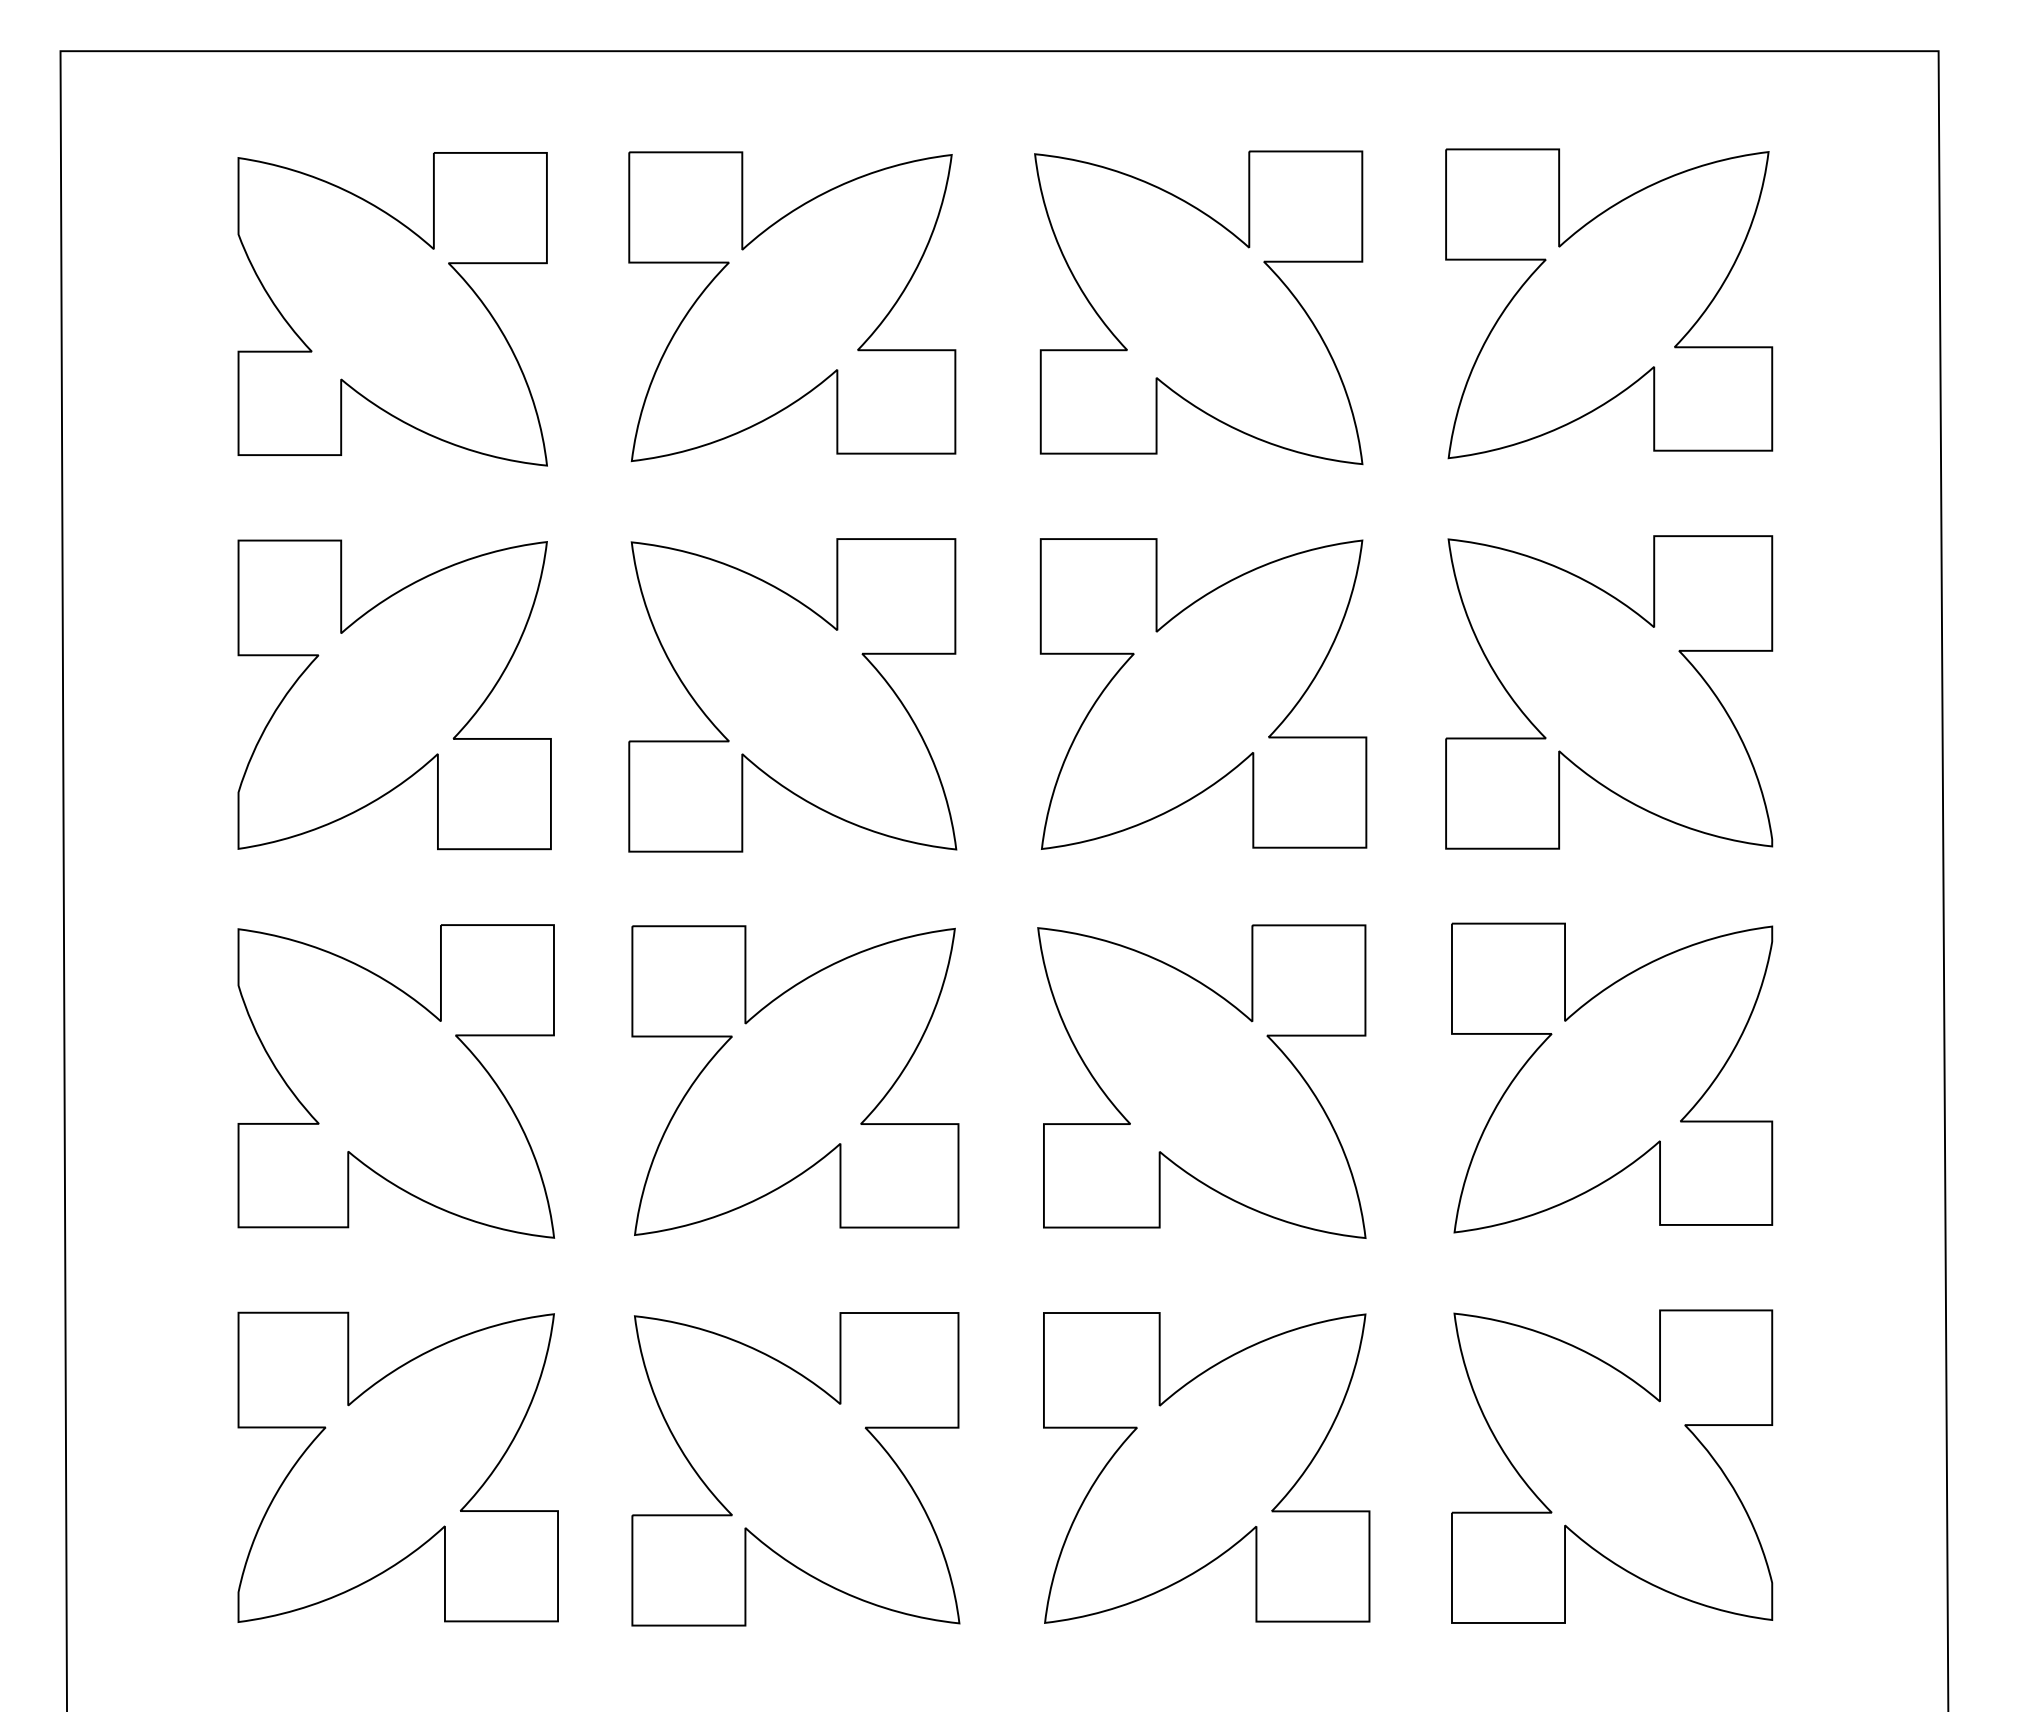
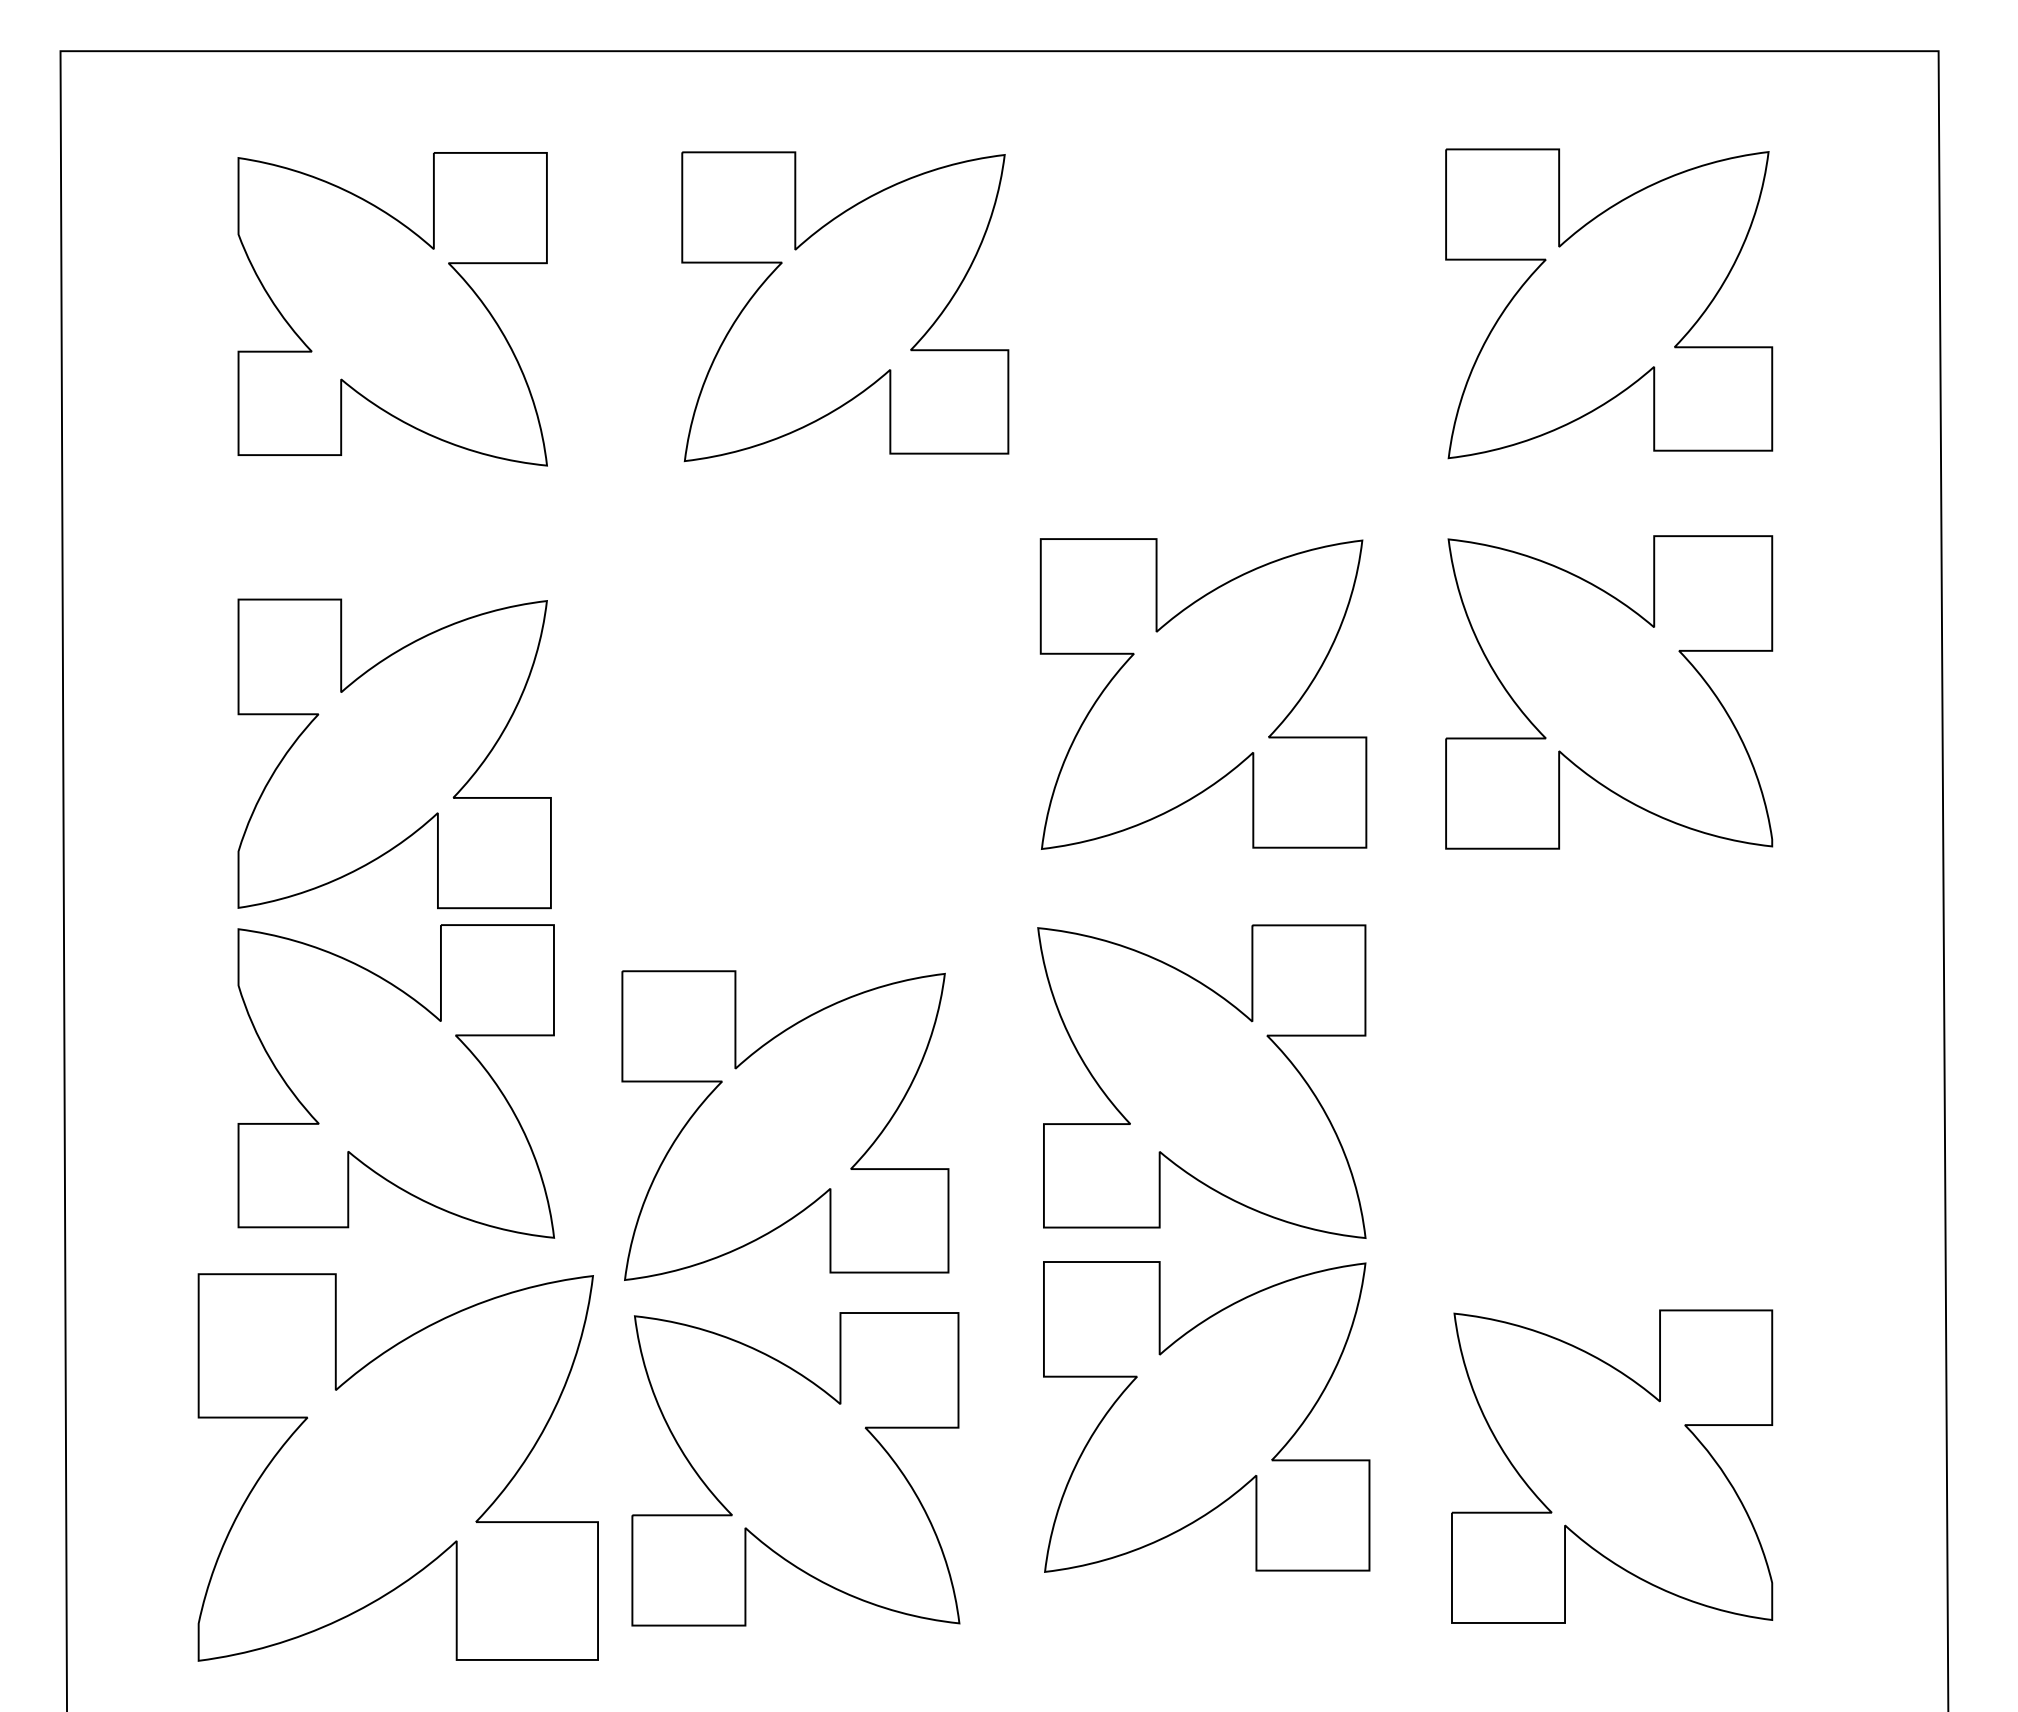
part at (792, 306) position: (792, 306) -> (845, 306)
part at (1198, 307): present -> none
part at (394, 694) position: (394, 694) -> (394, 753)
part at (792, 695): present -> none
part at (1612, 1077): present -> none
part at (795, 1080) position: (795, 1080) -> (785, 1125)
part at (397, 1466) size: 322x312 px -> 402x389 px
part at (1206, 1467) position: (1206, 1467) -> (1206, 1416)
